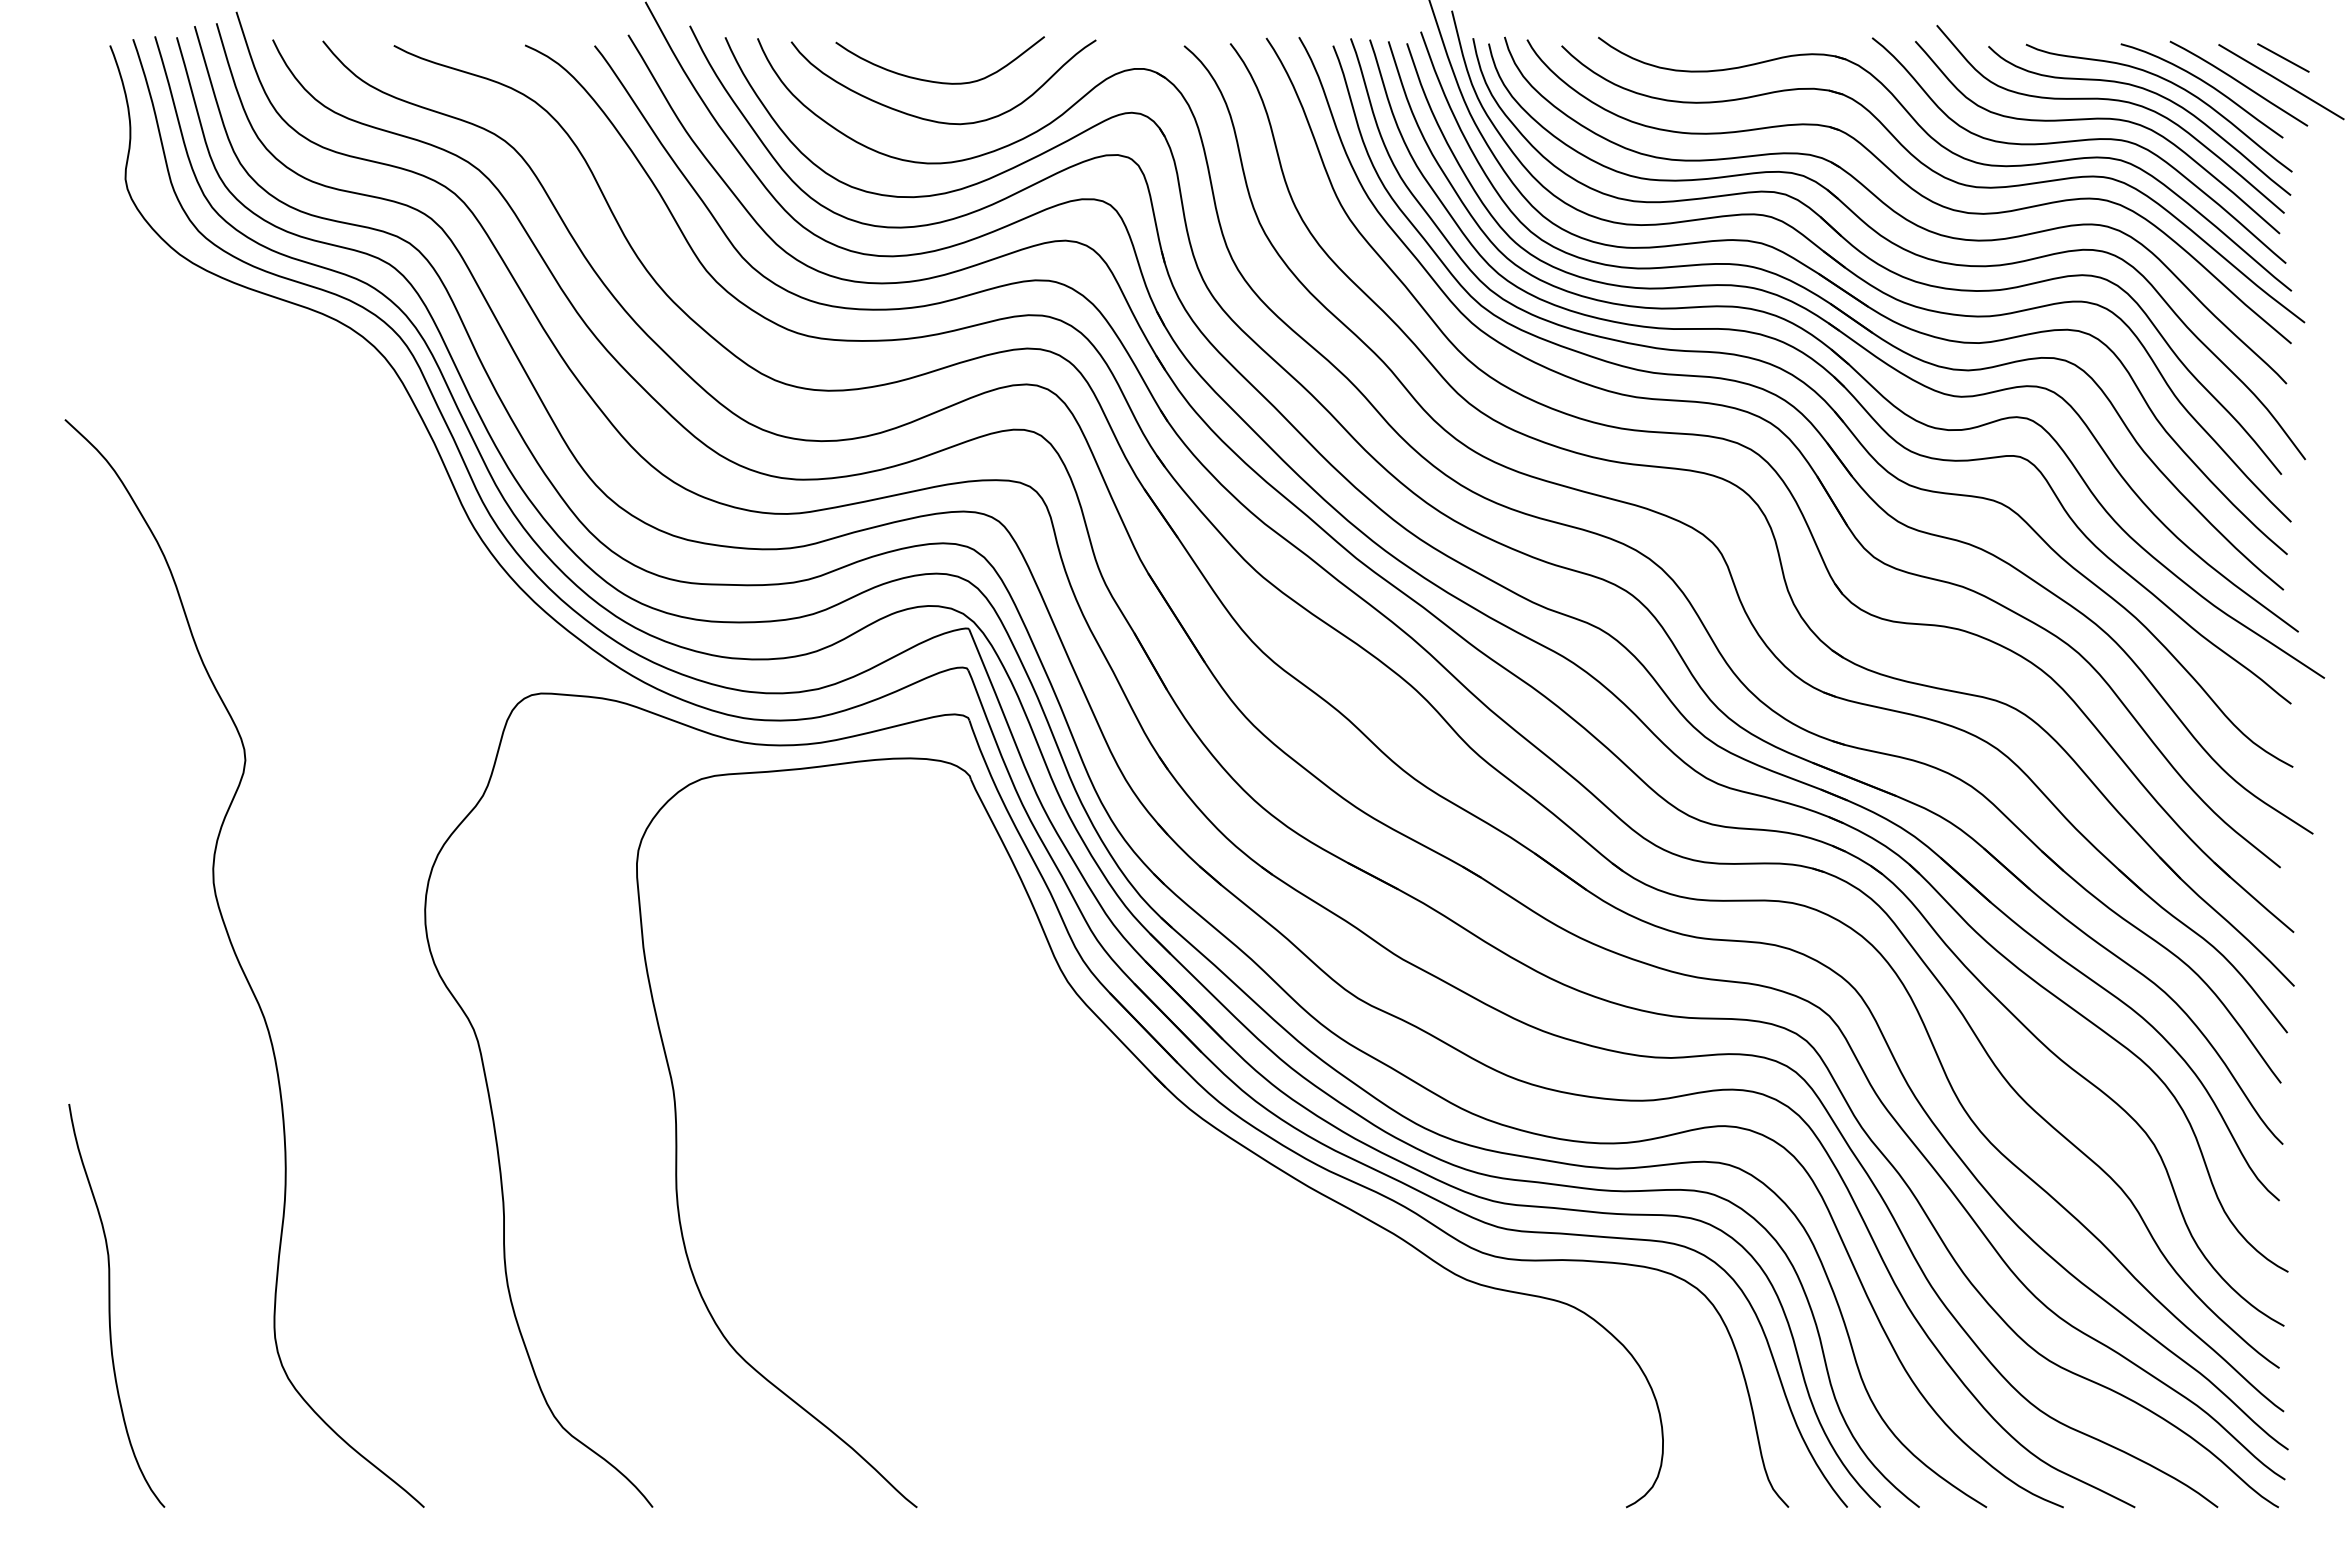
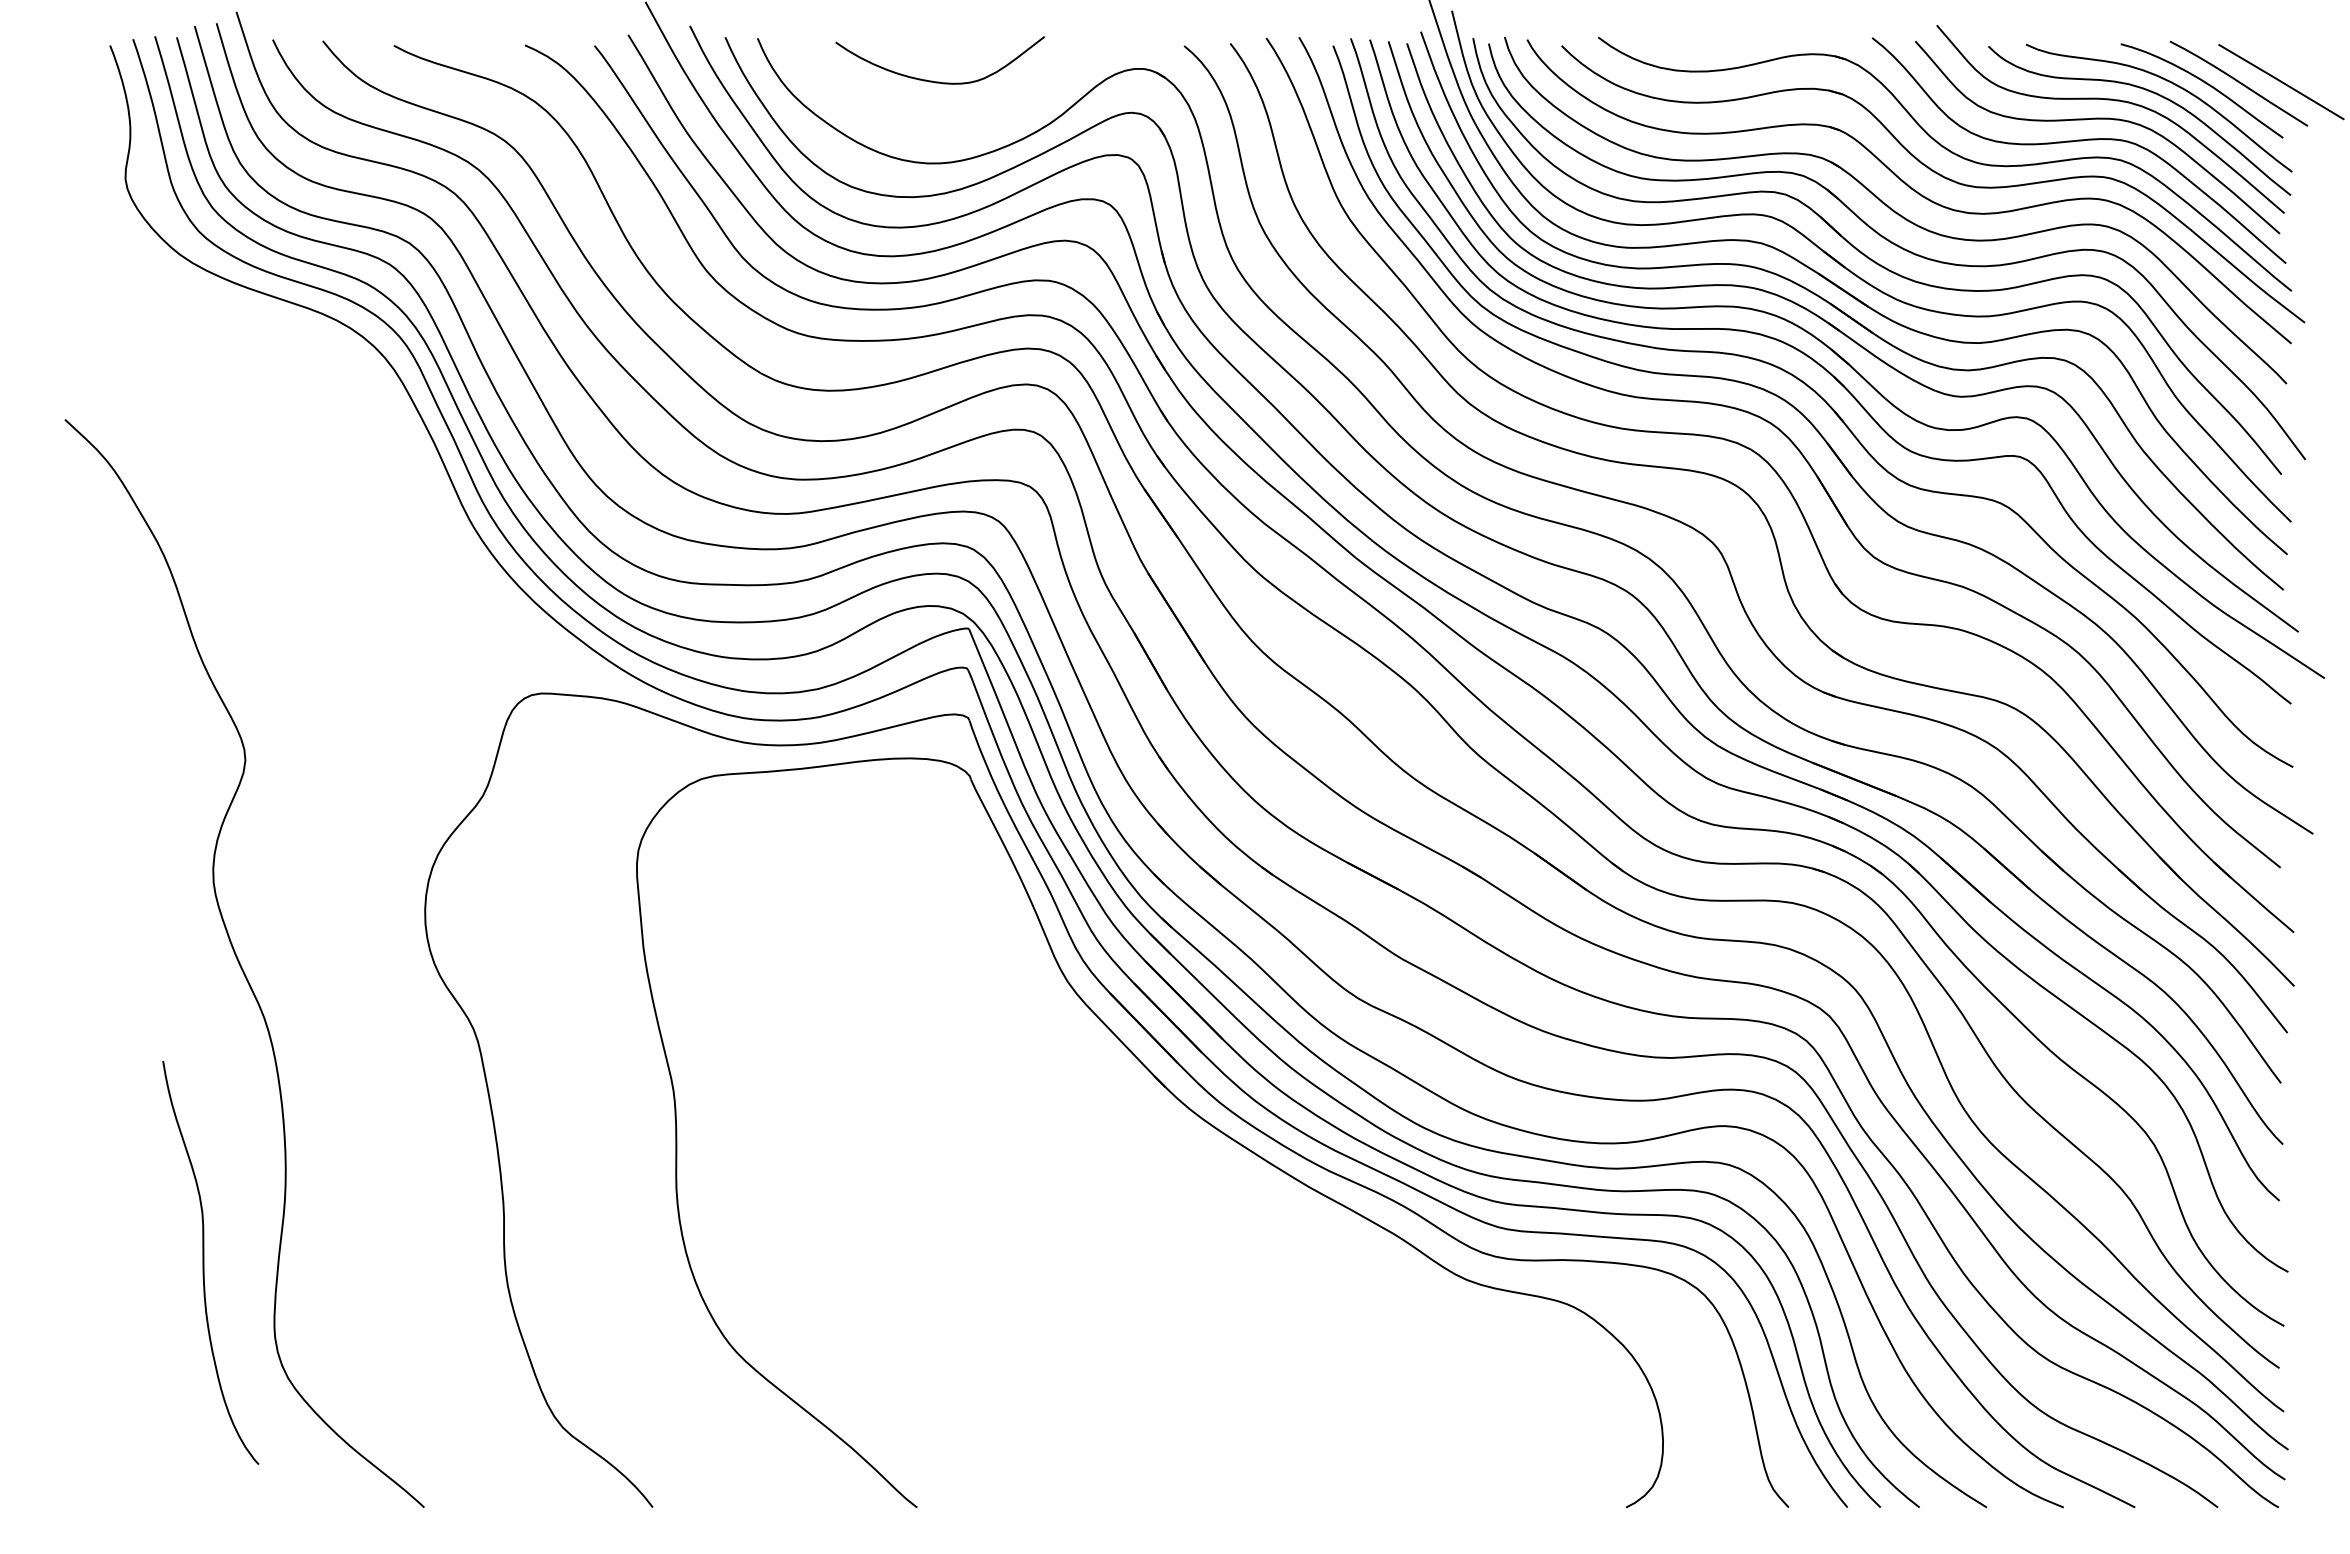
line at (2283, 57): present -> none
curve at (935, 120): present -> none
curve at (110, 1305) position: (110, 1305) -> (204, 1262)
